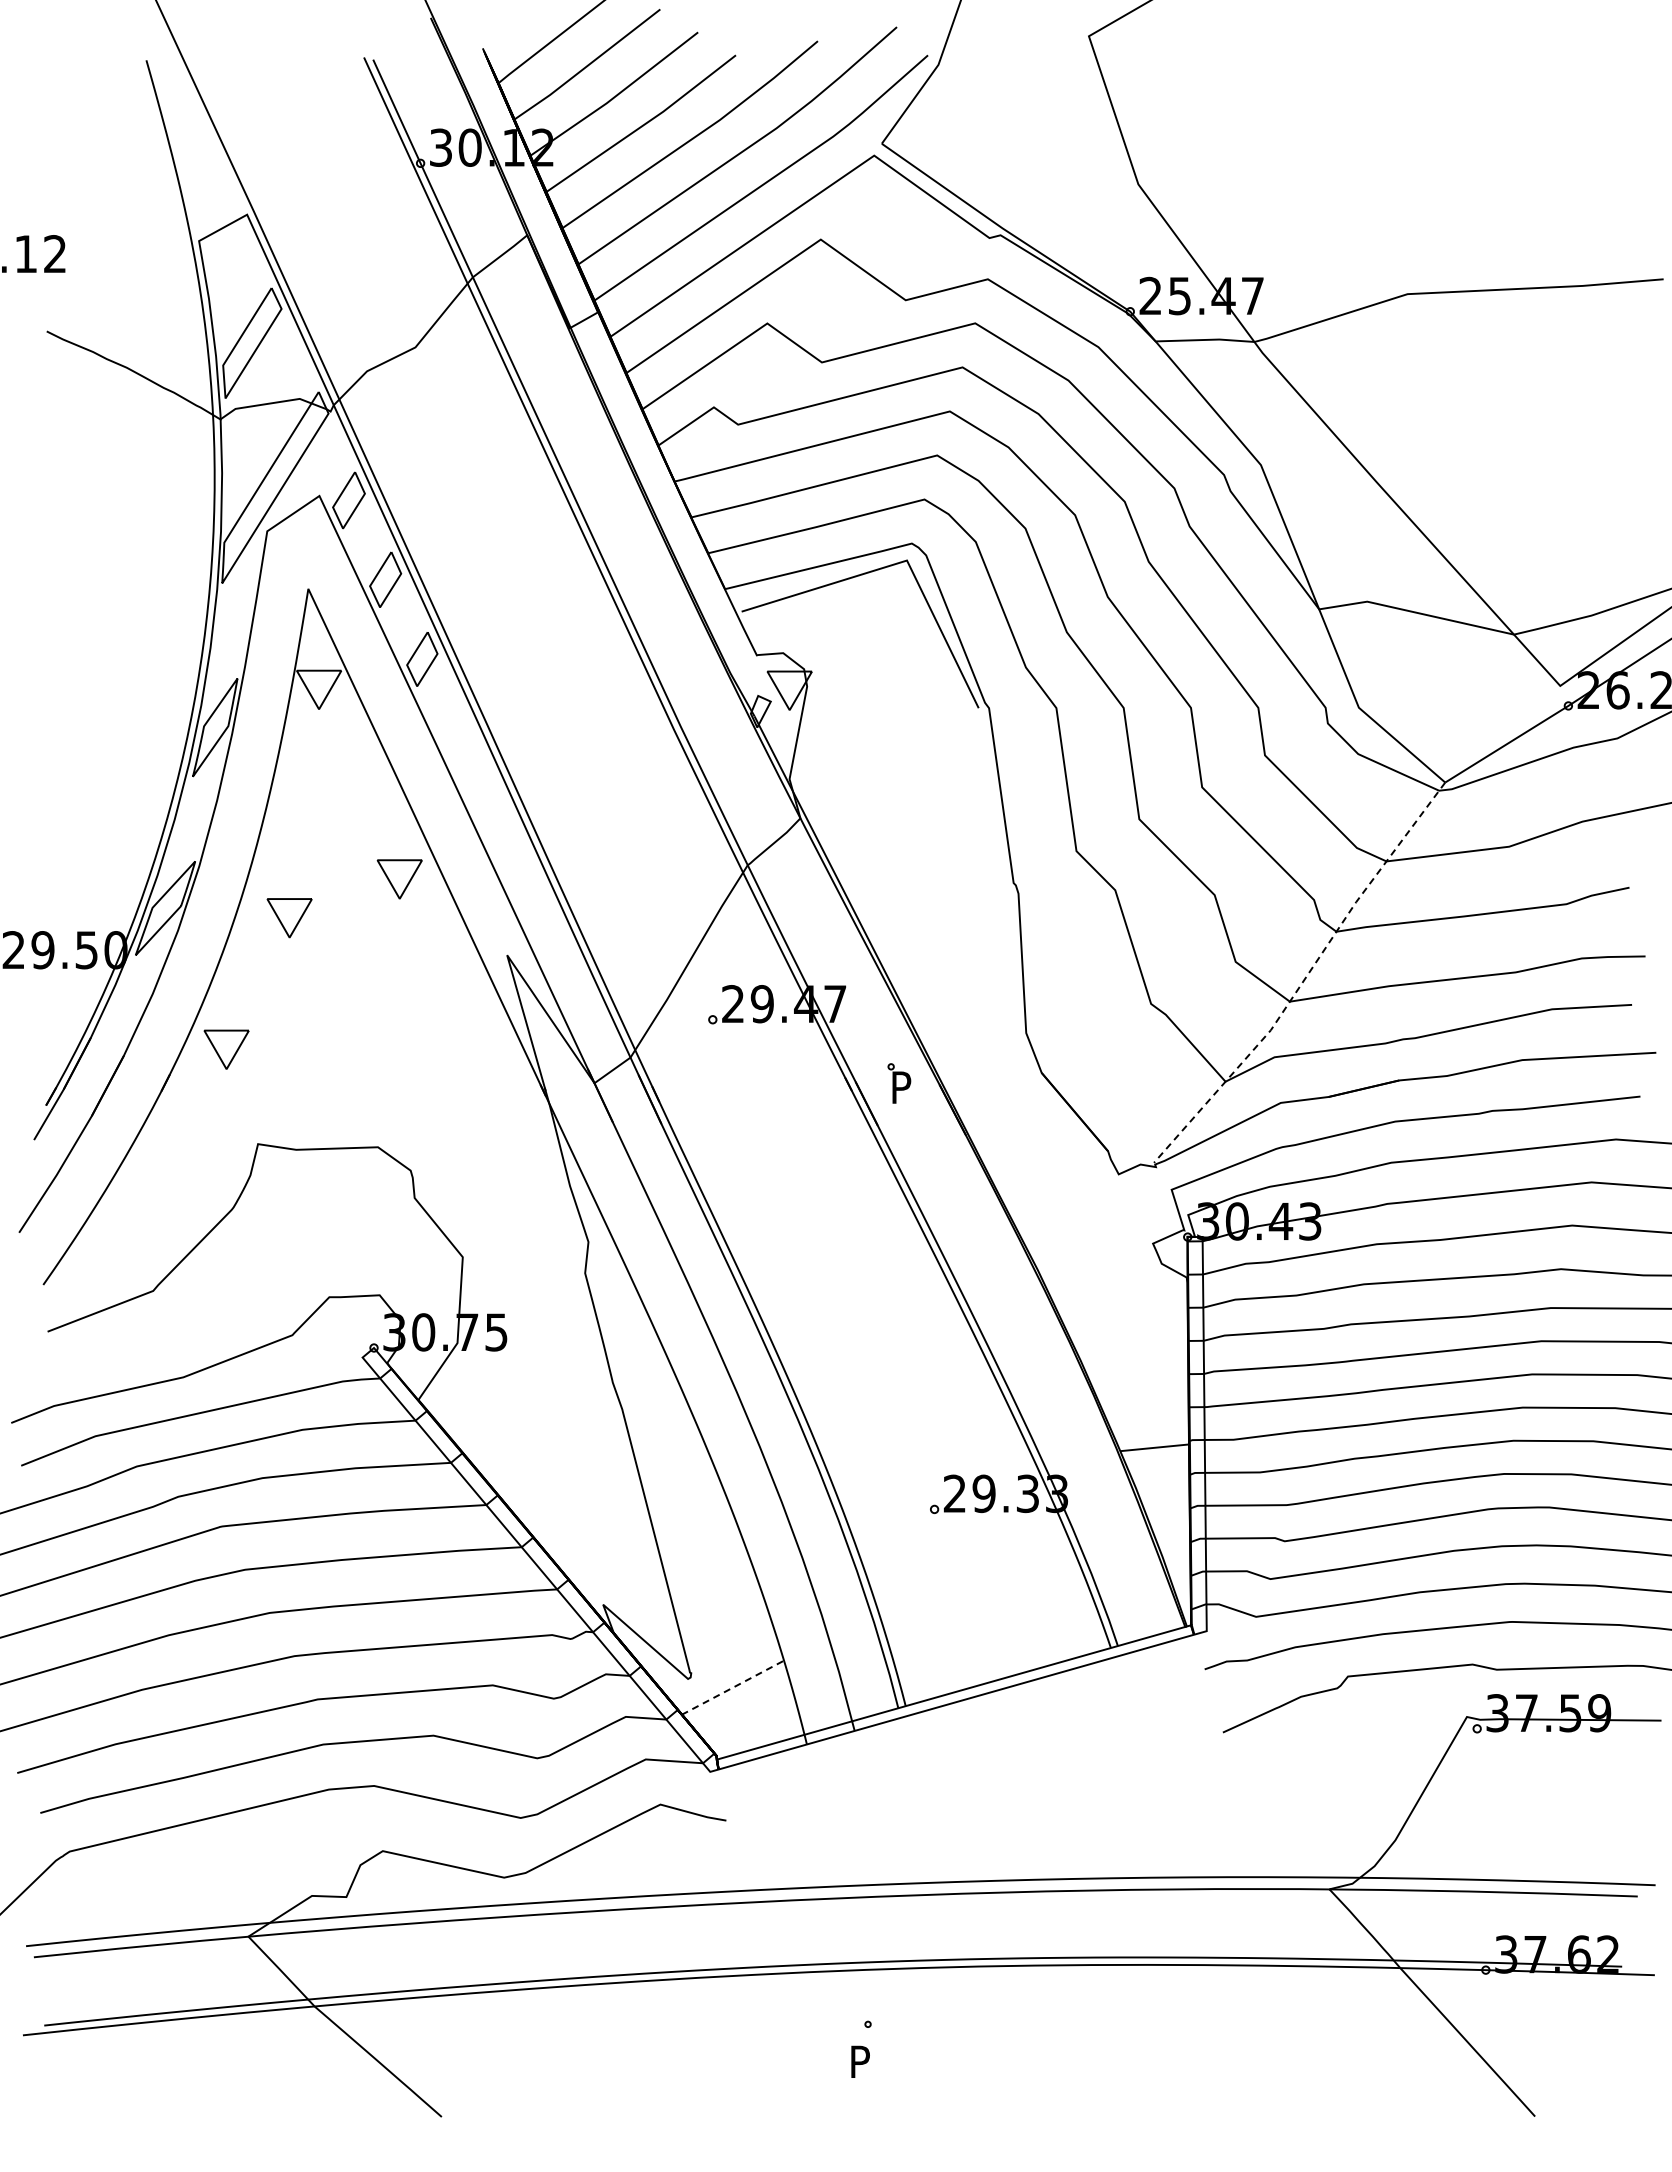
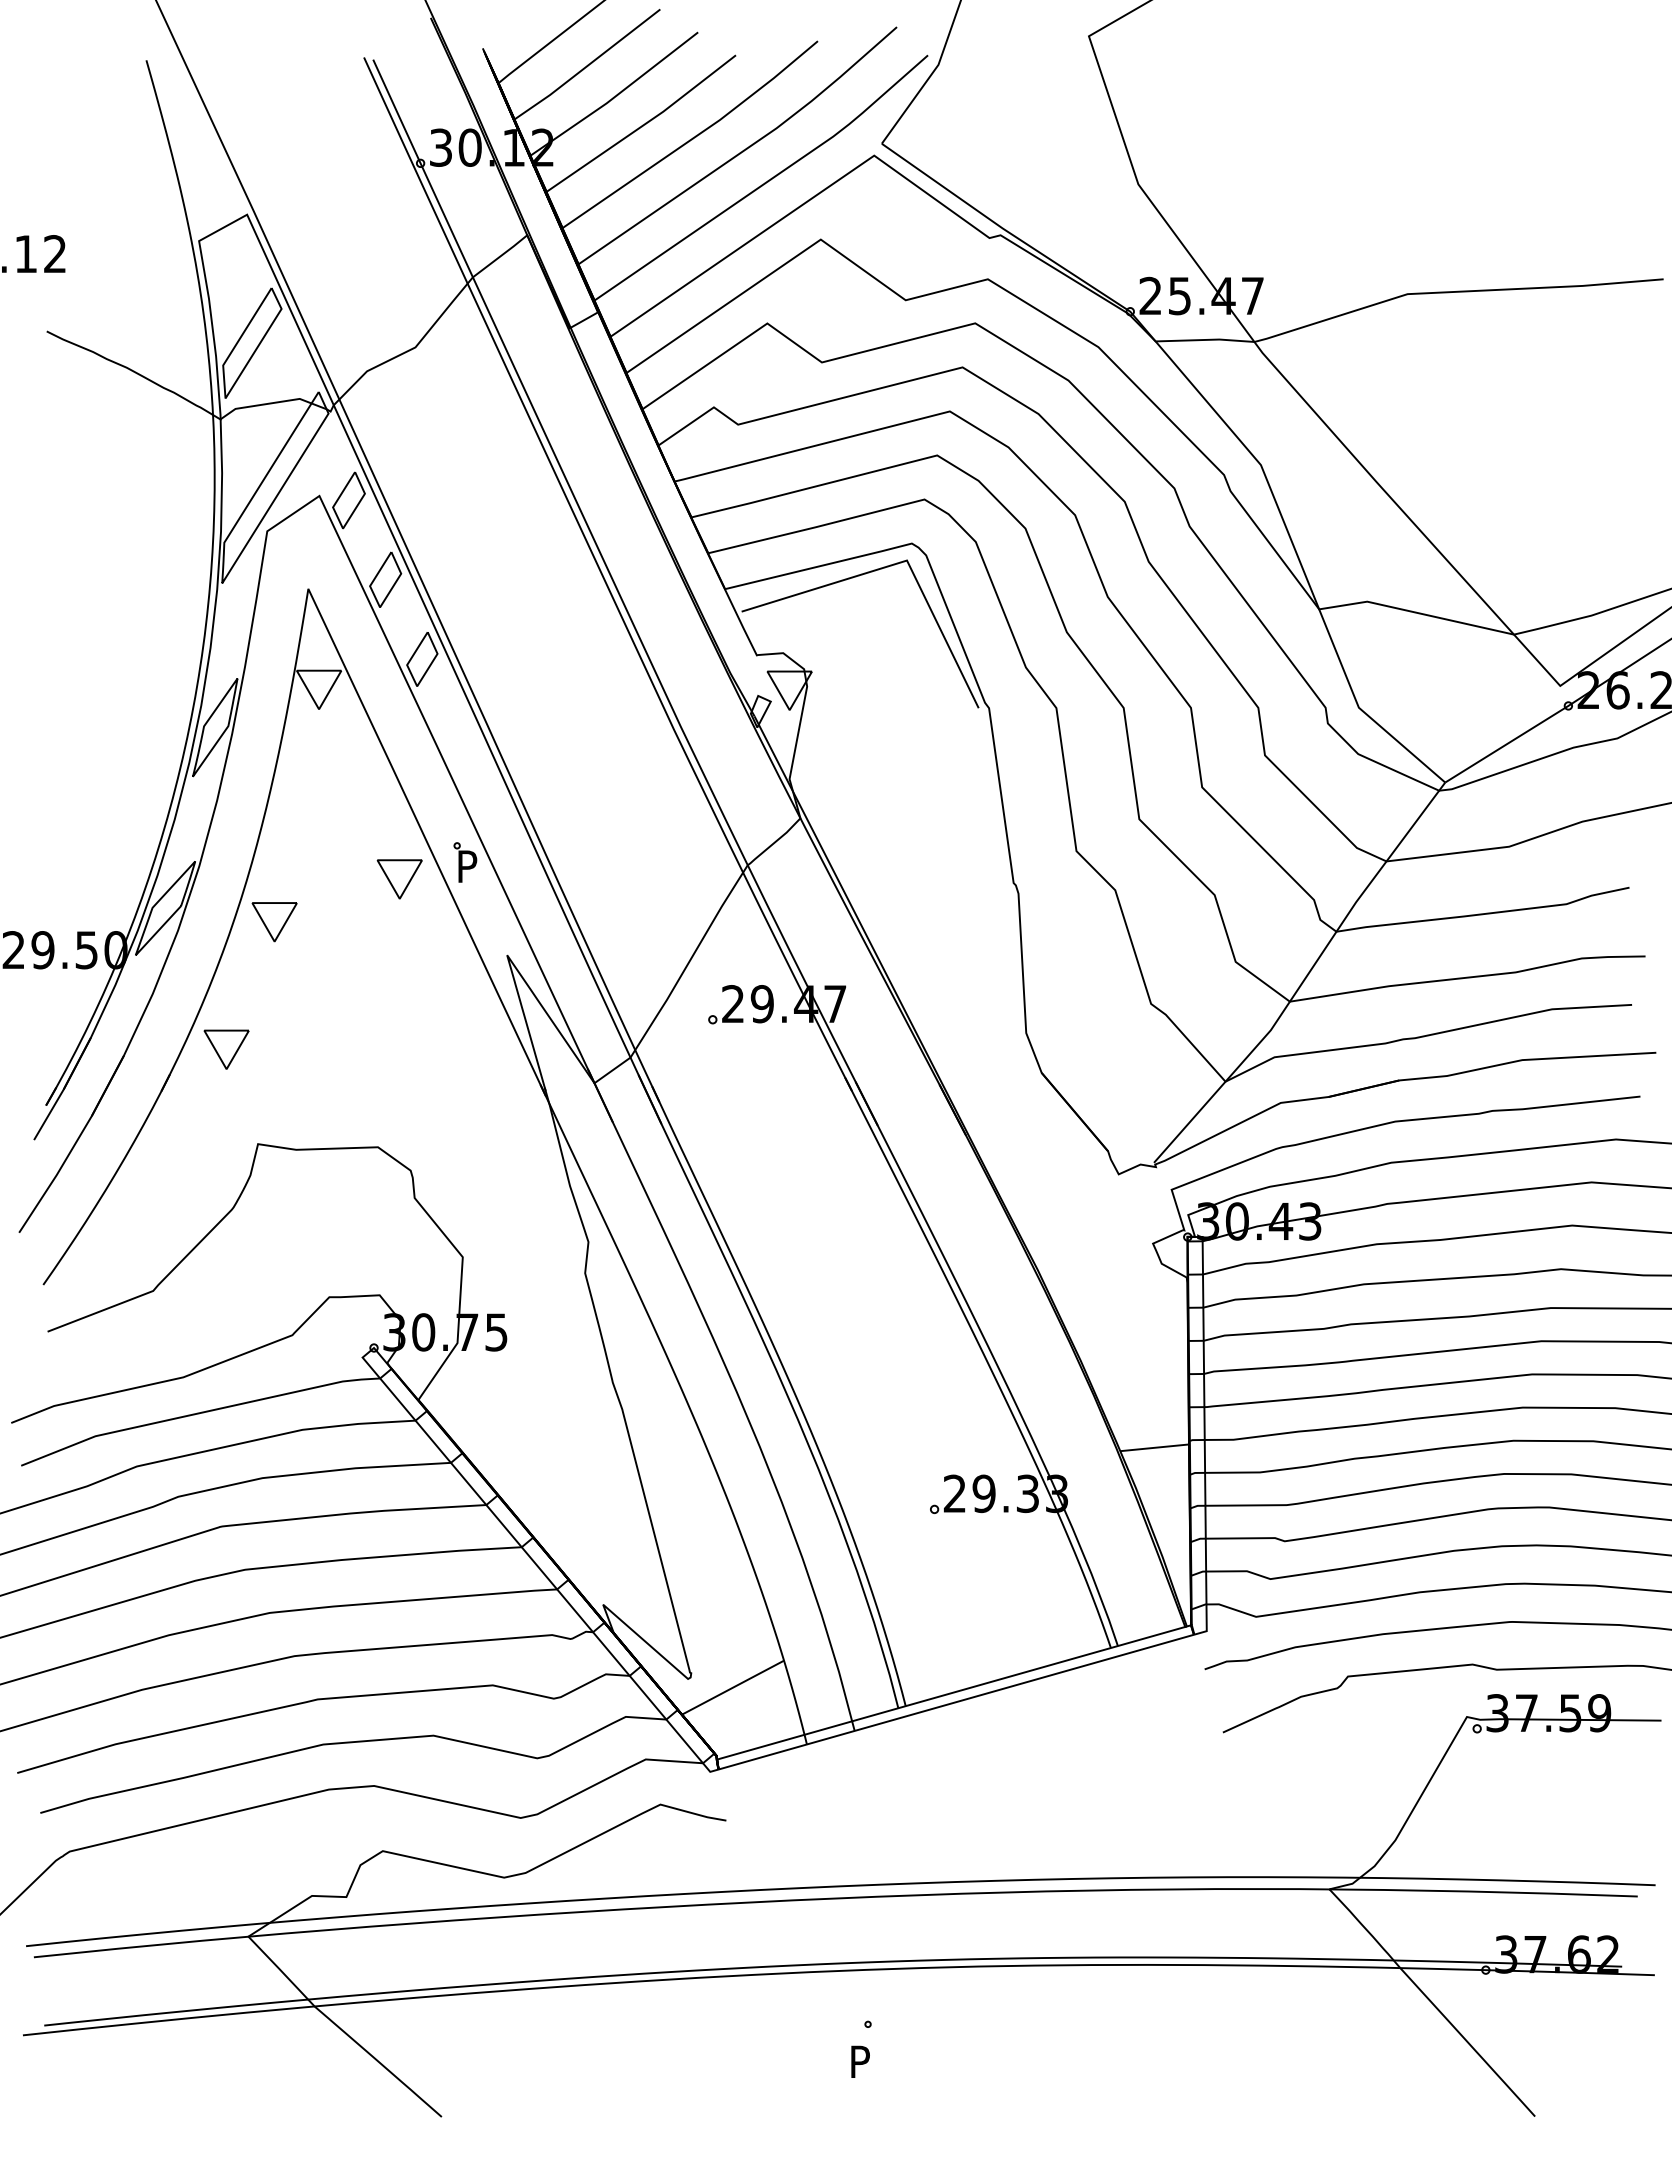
part at (289, 918) position: (289, 918) -> (274, 922)
line at (1306, 977): dashed -> solid
part at (899, 1083) position: (899, 1083) -> (465, 862)
line at (732, 1687): dashed -> solid
